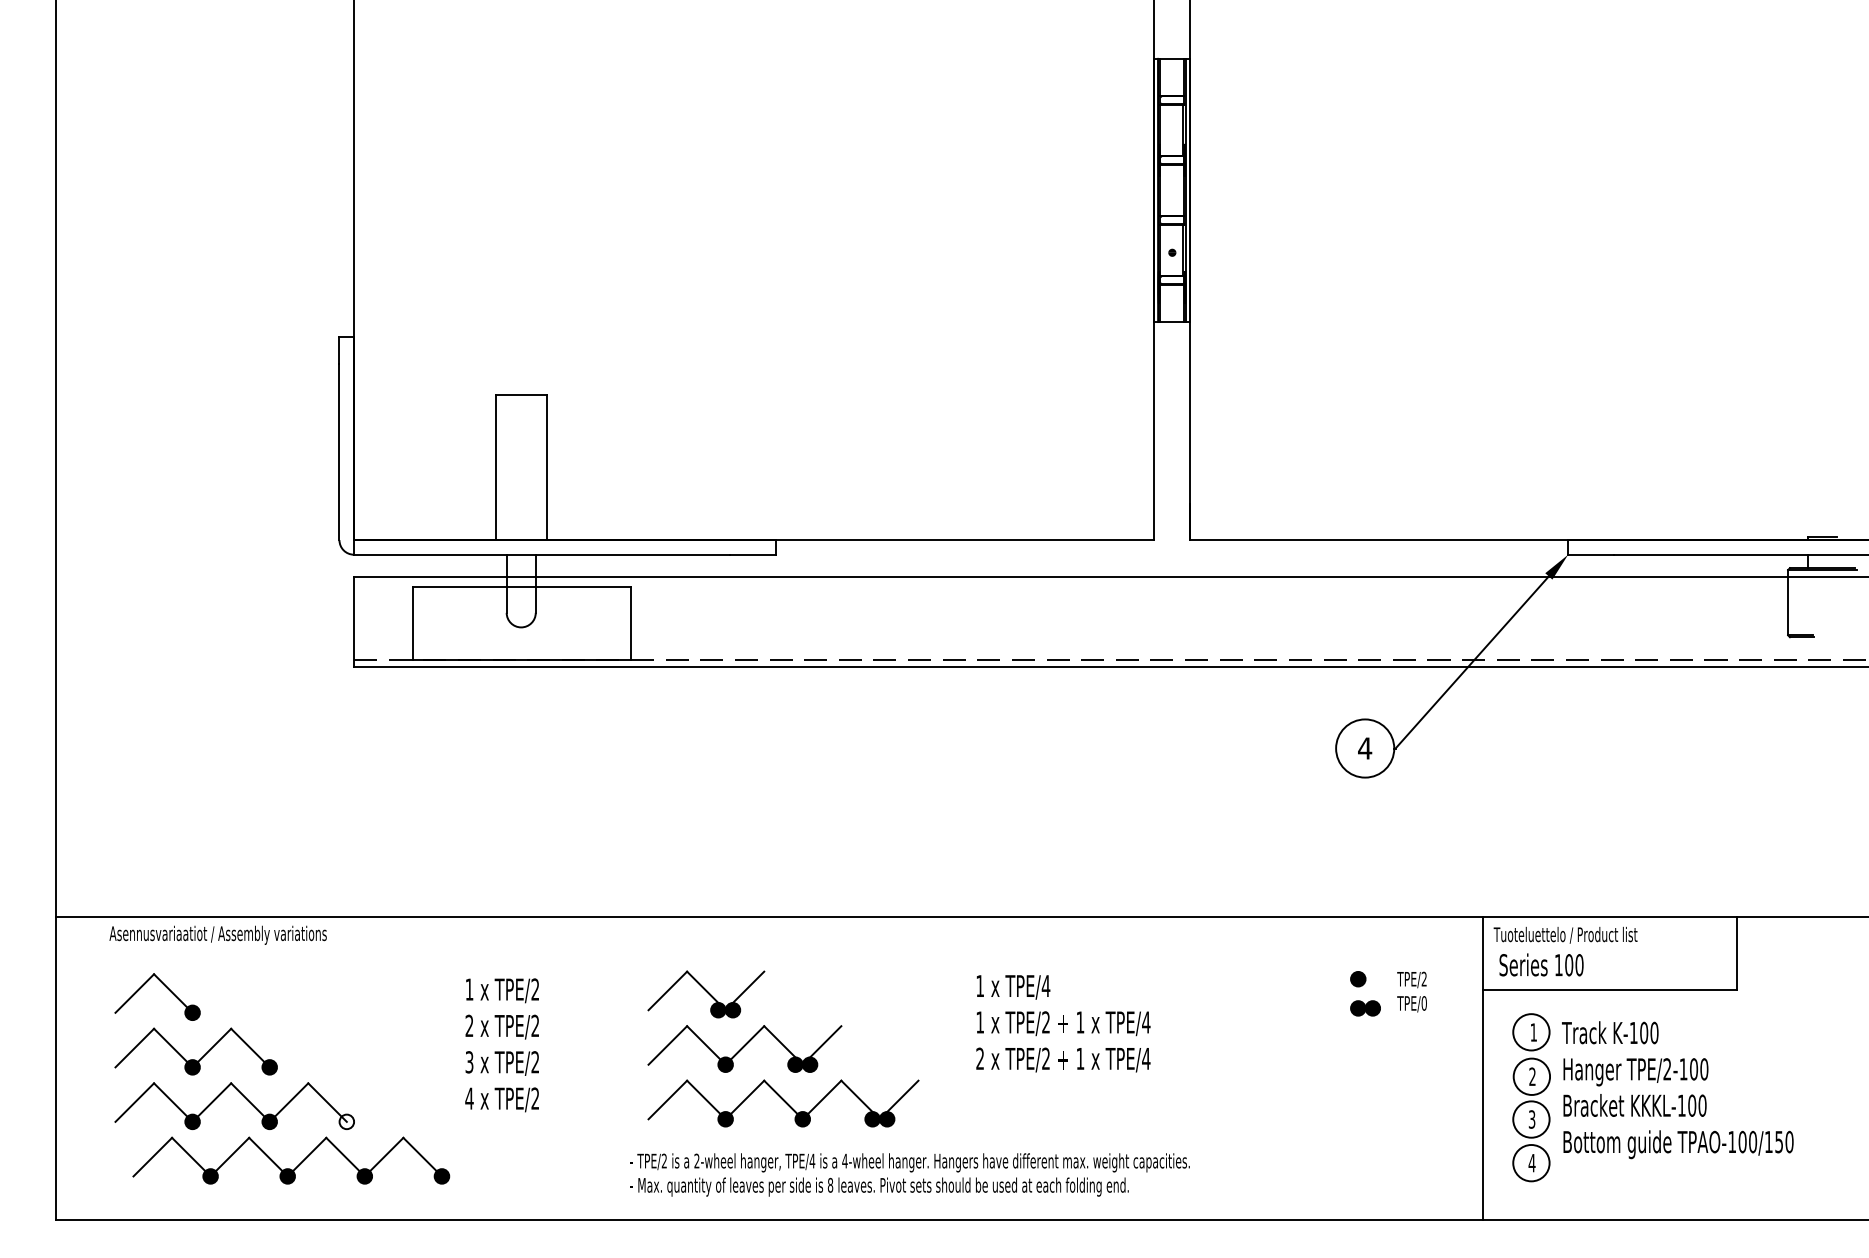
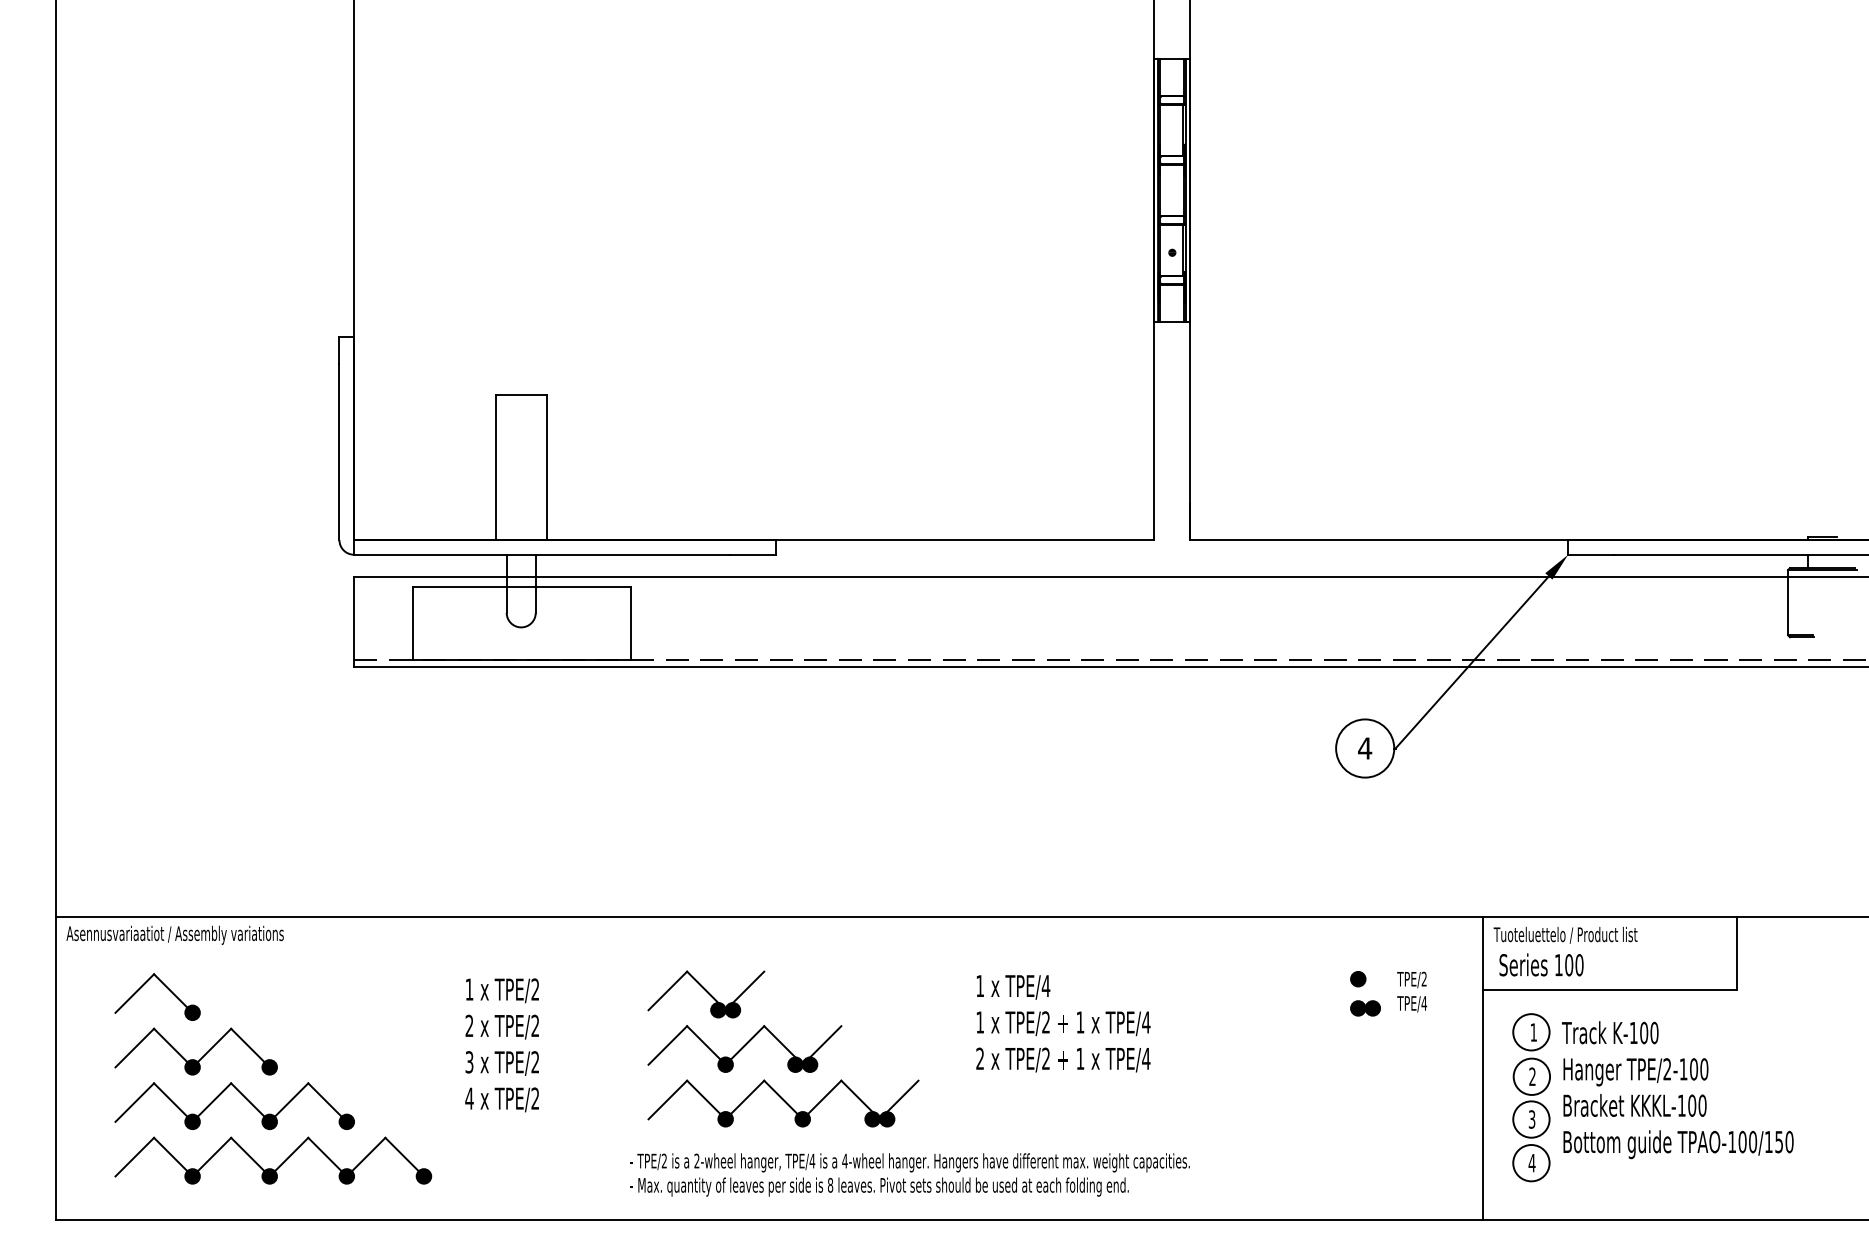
text at (217, 934) position: (217, 934) -> (174, 934)
text at (1424, 1003): TPE/0 -> TPE/4
fill at (346, 1121): none -> present
part at (297, 1165) position: (297, 1165) -> (279, 1165)
